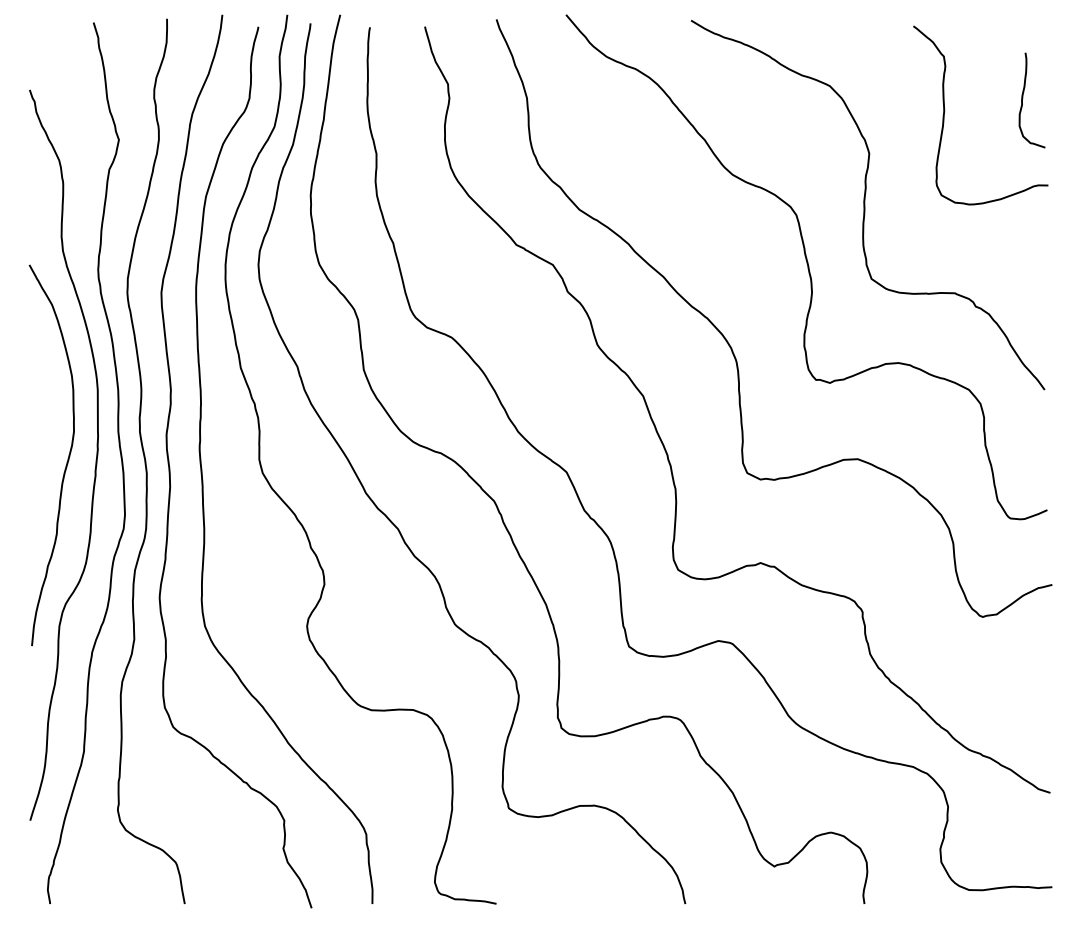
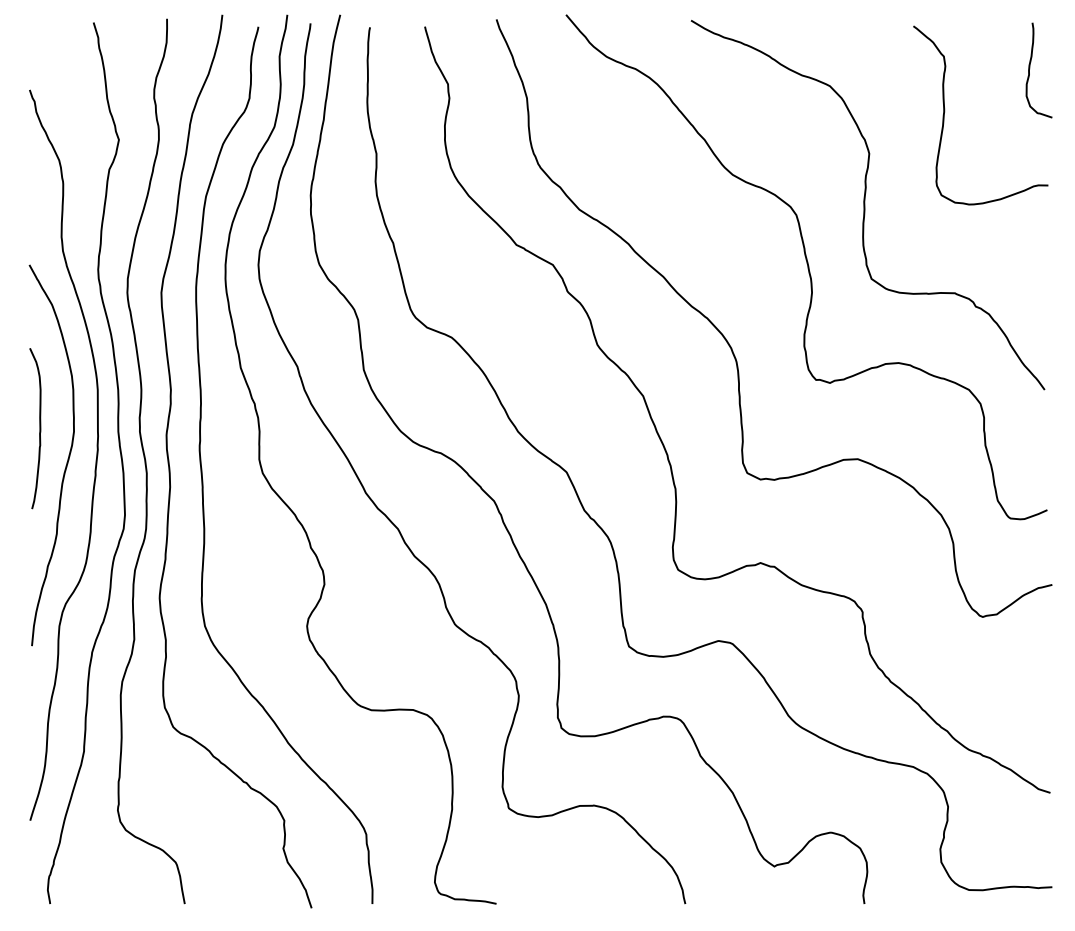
curve at (1023, 98) position: (1023, 98) -> (1030, 68)
curve at (39, 428): none -> present
